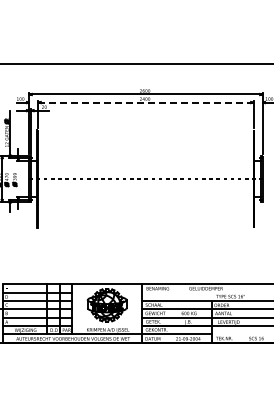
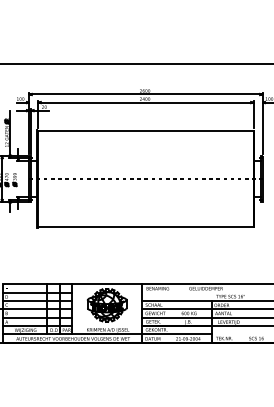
line at (145, 102): dashed -> solid
line at (145, 131): none -> present
line at (145, 226): none -> present
